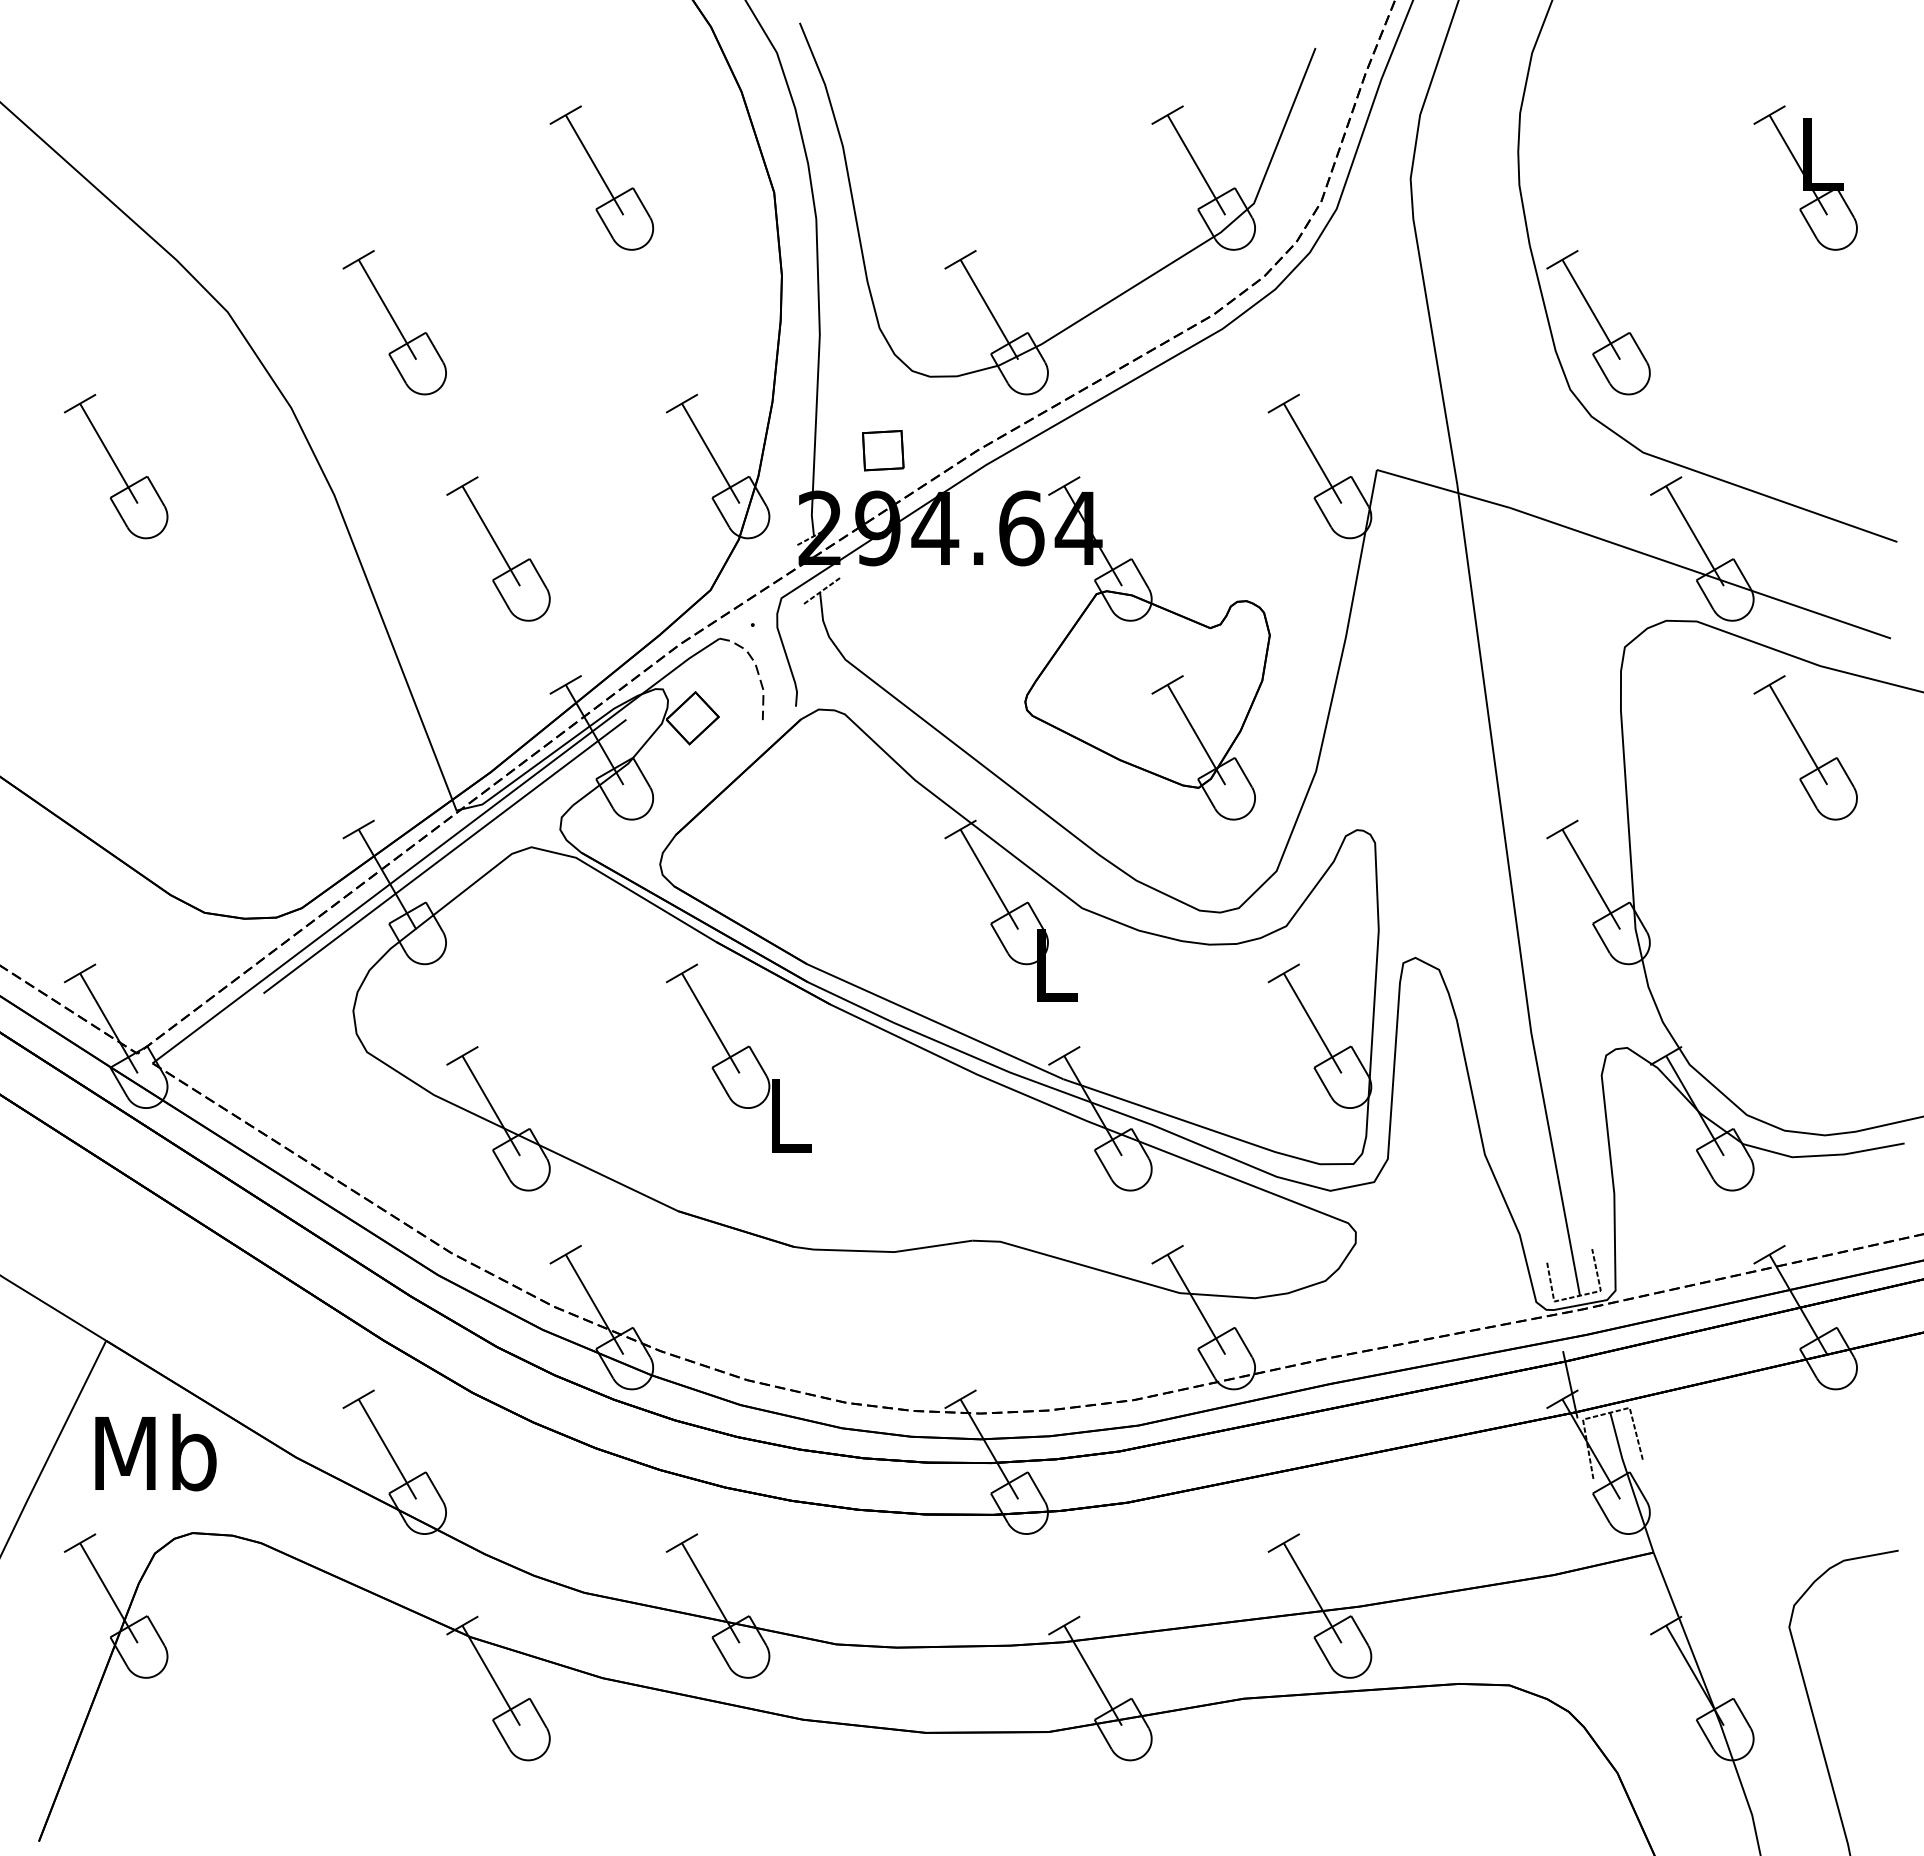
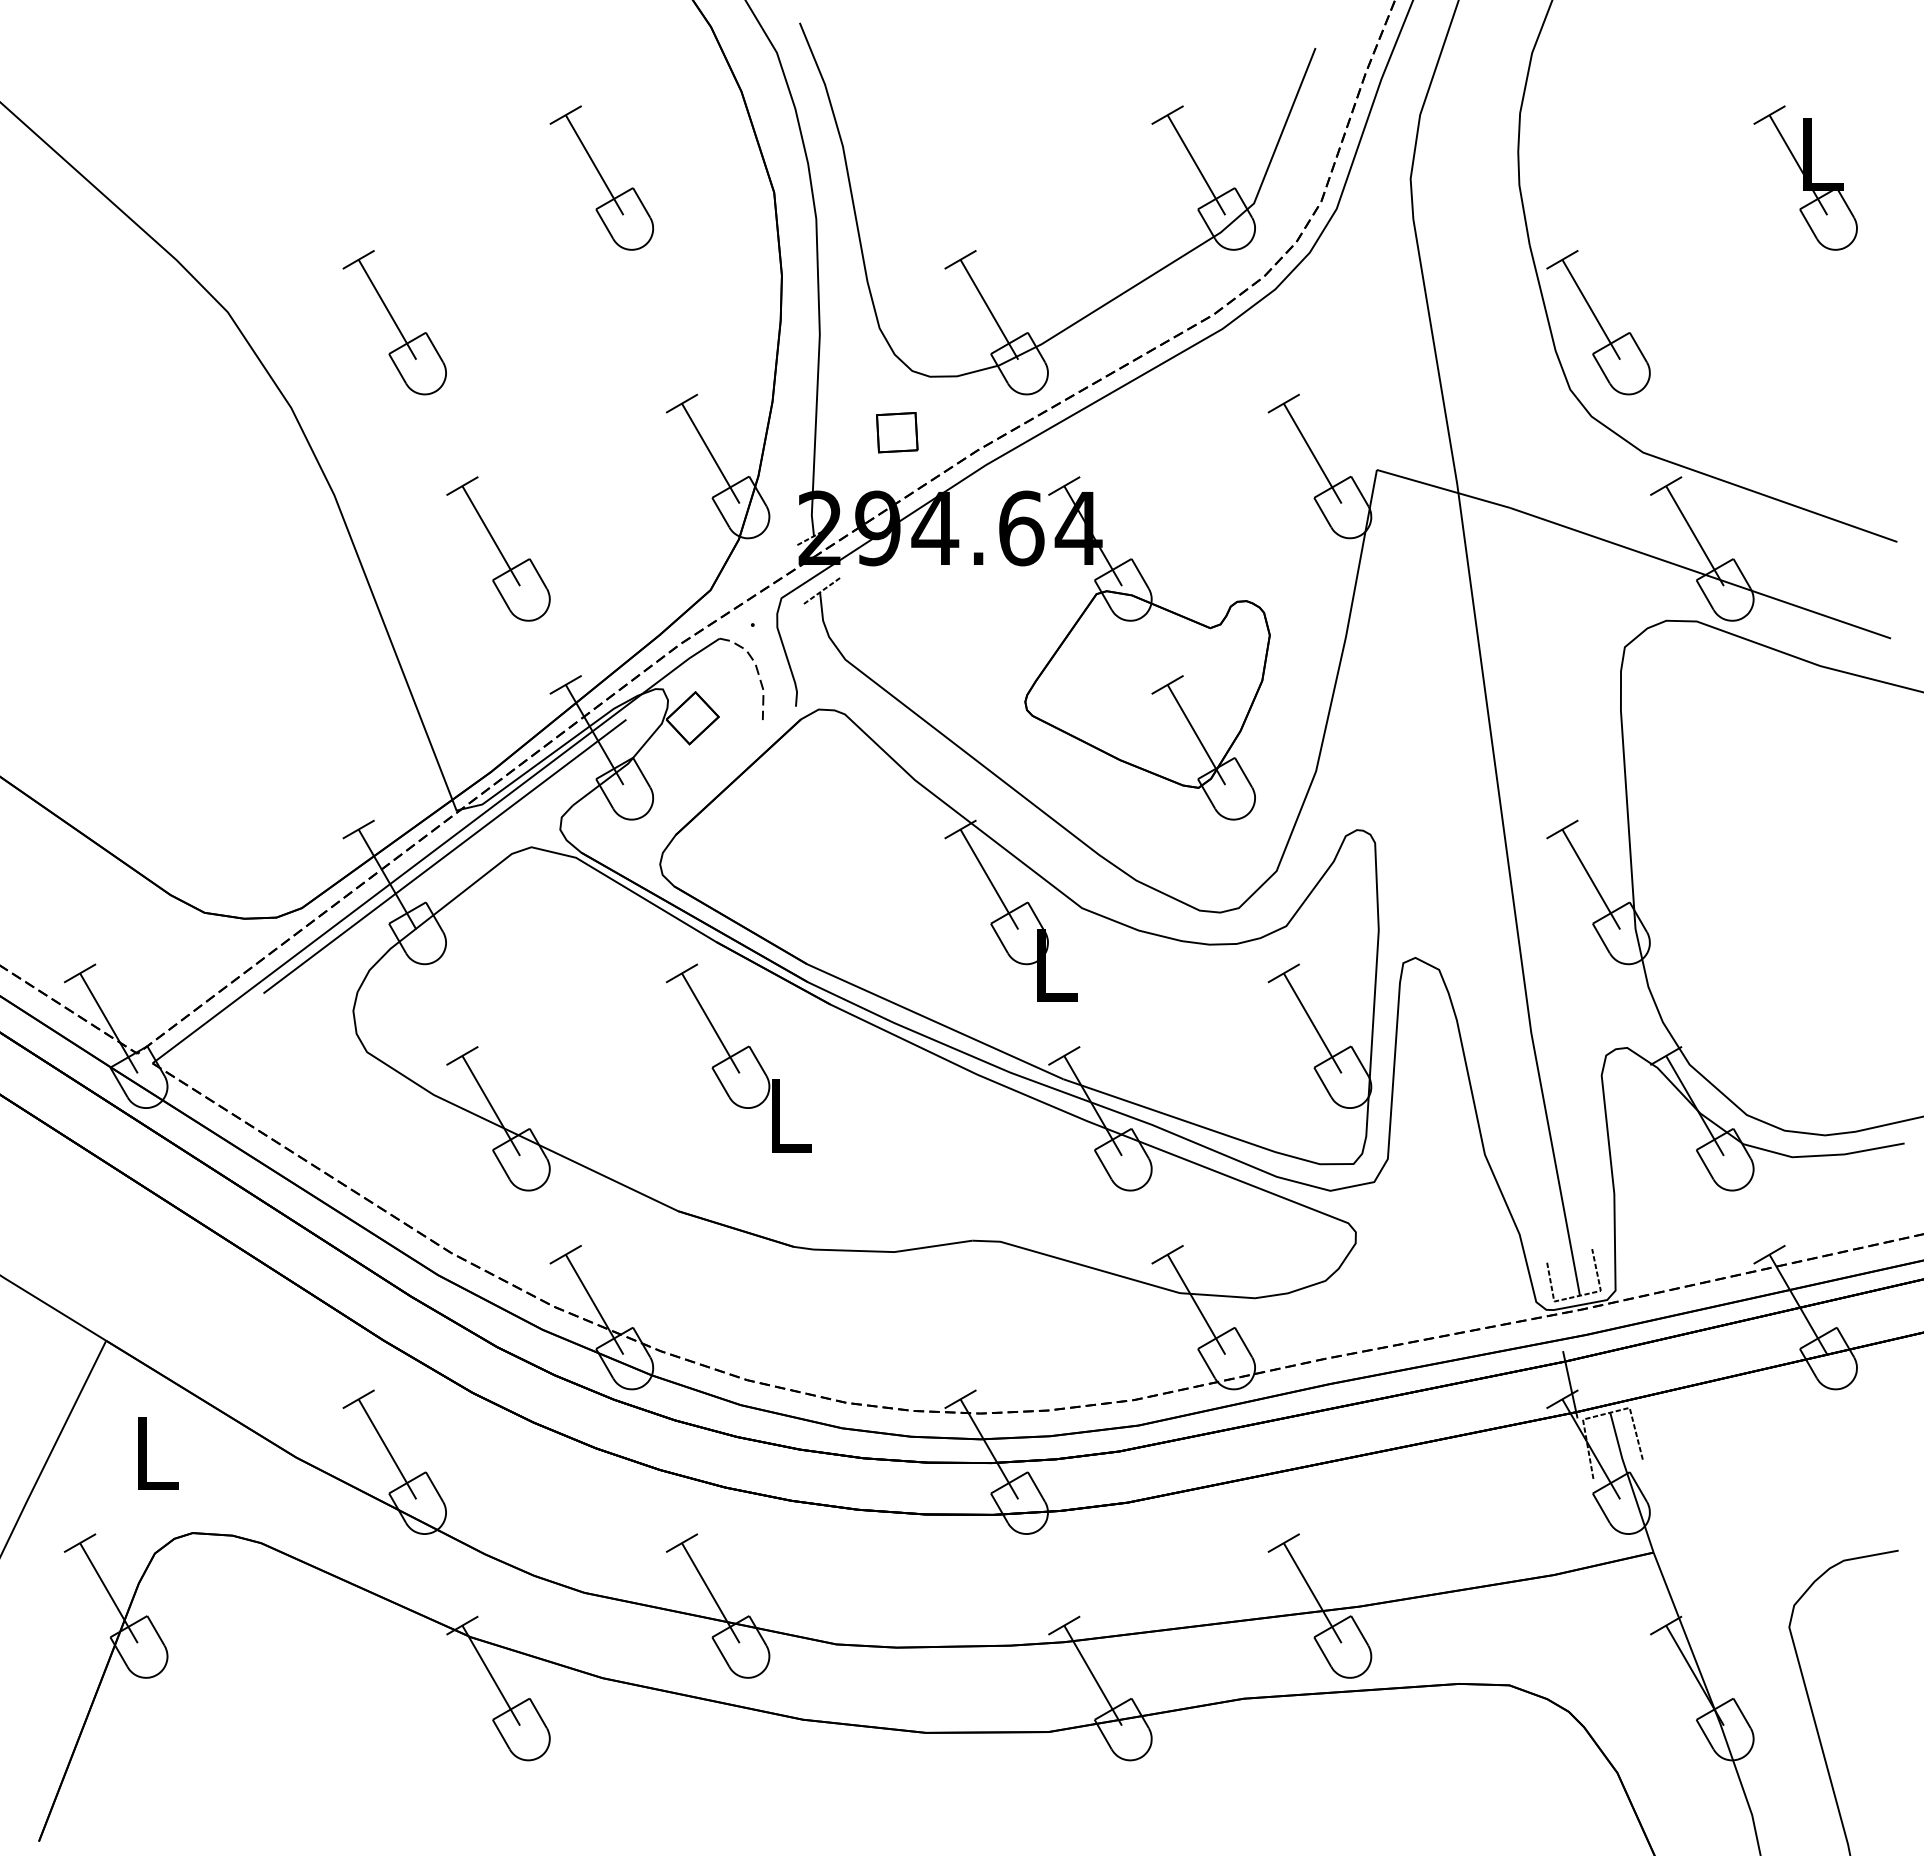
part at (883, 450) position: (883, 450) -> (897, 432)
part at (116, 466): present -> none
part at (1805, 747): present -> none
text at (155, 1452): Mb -> L
